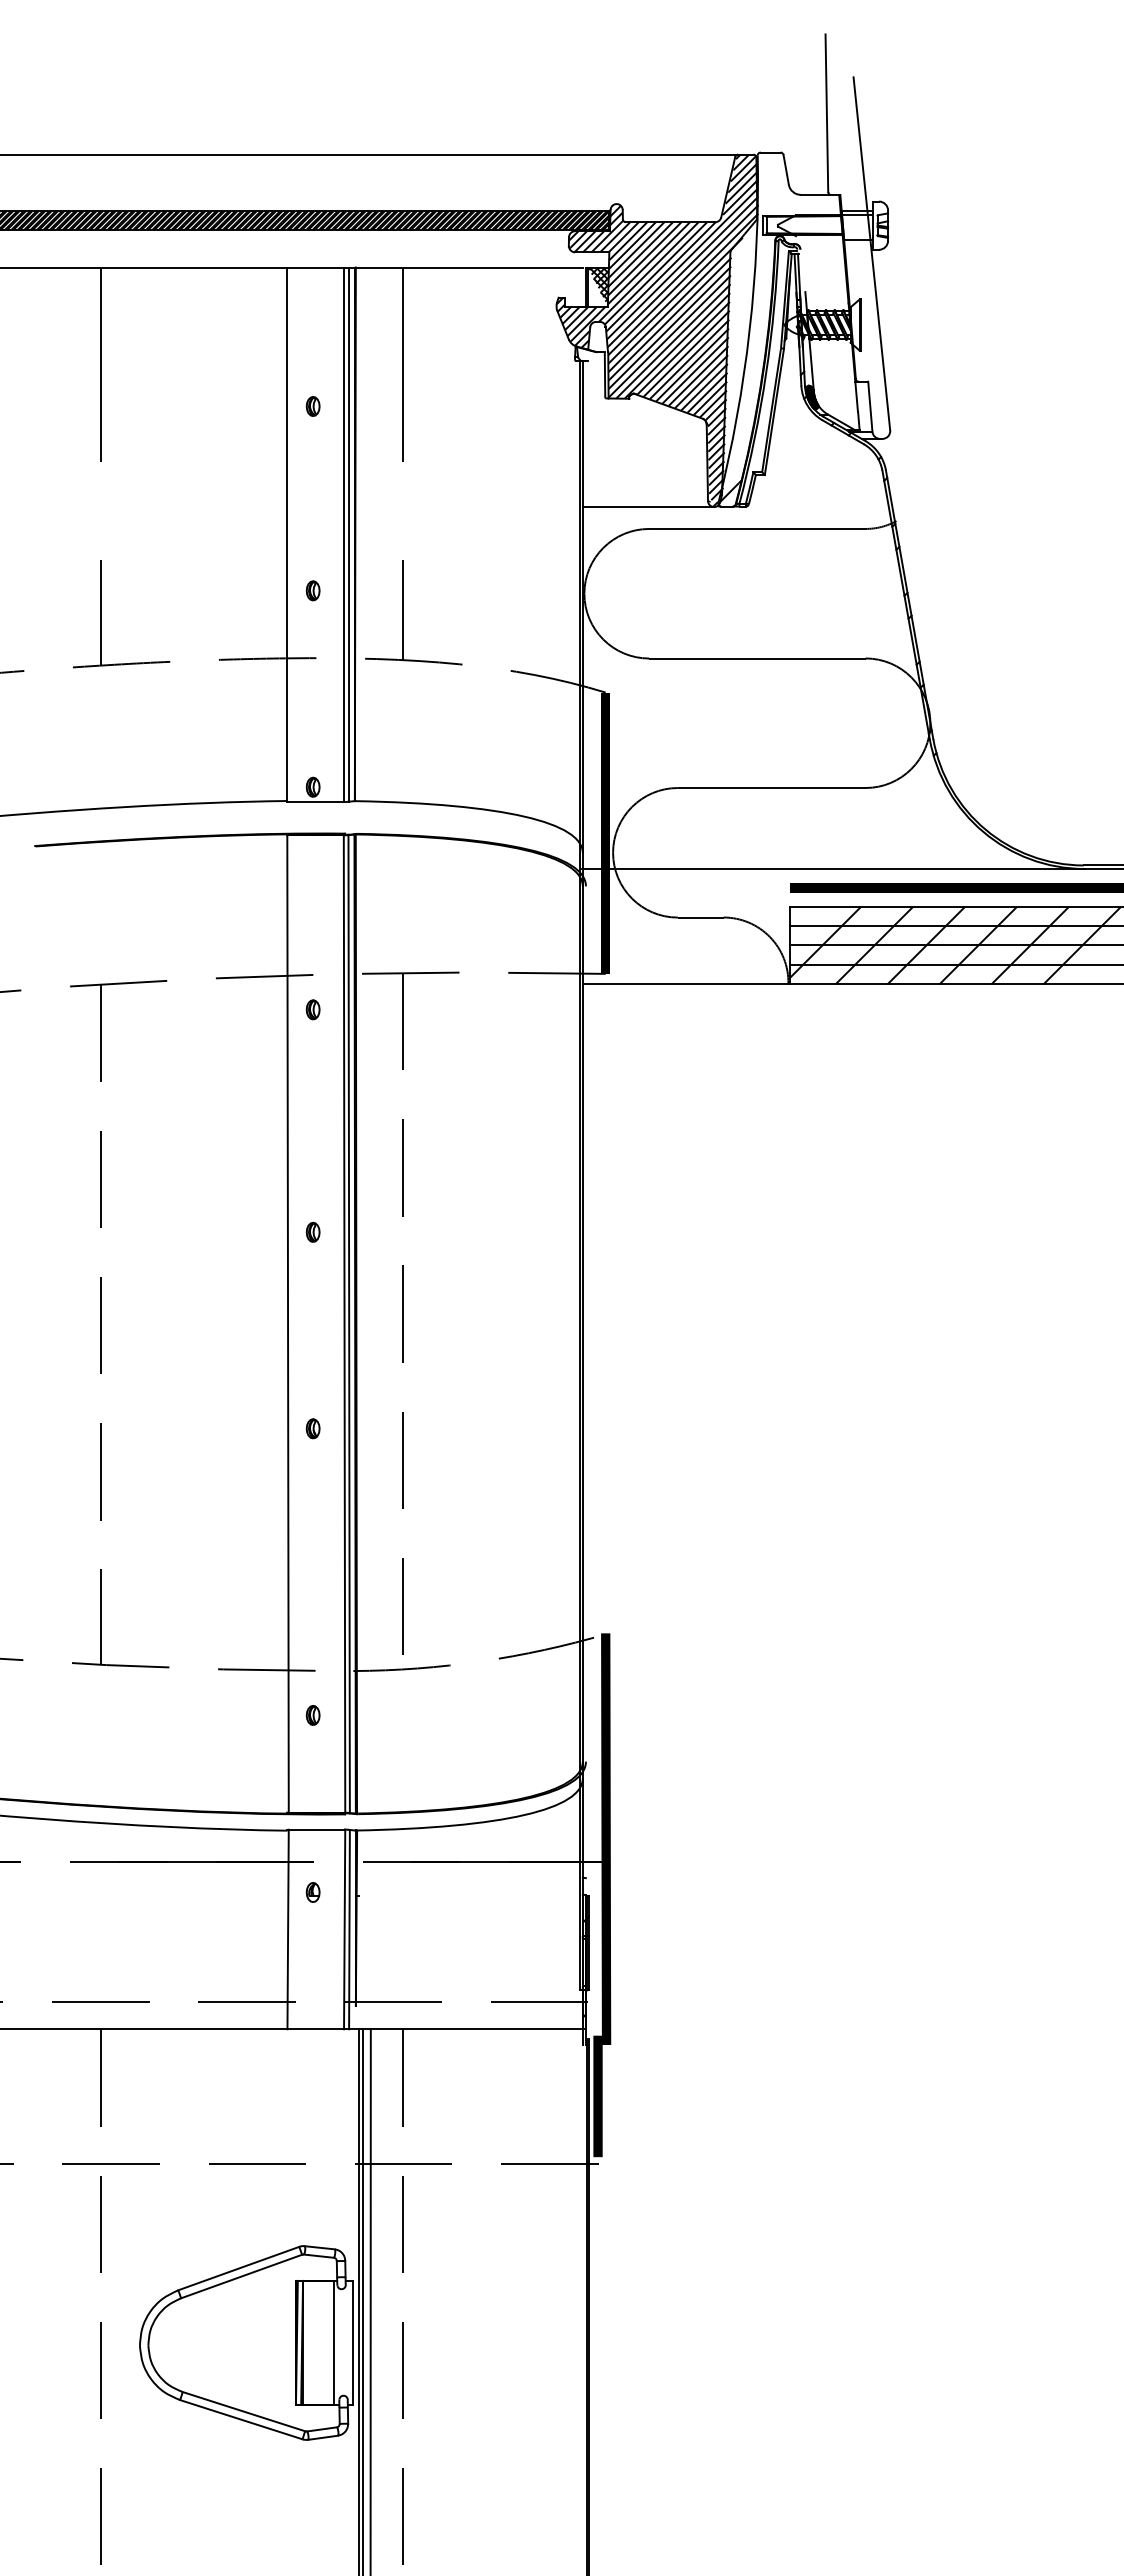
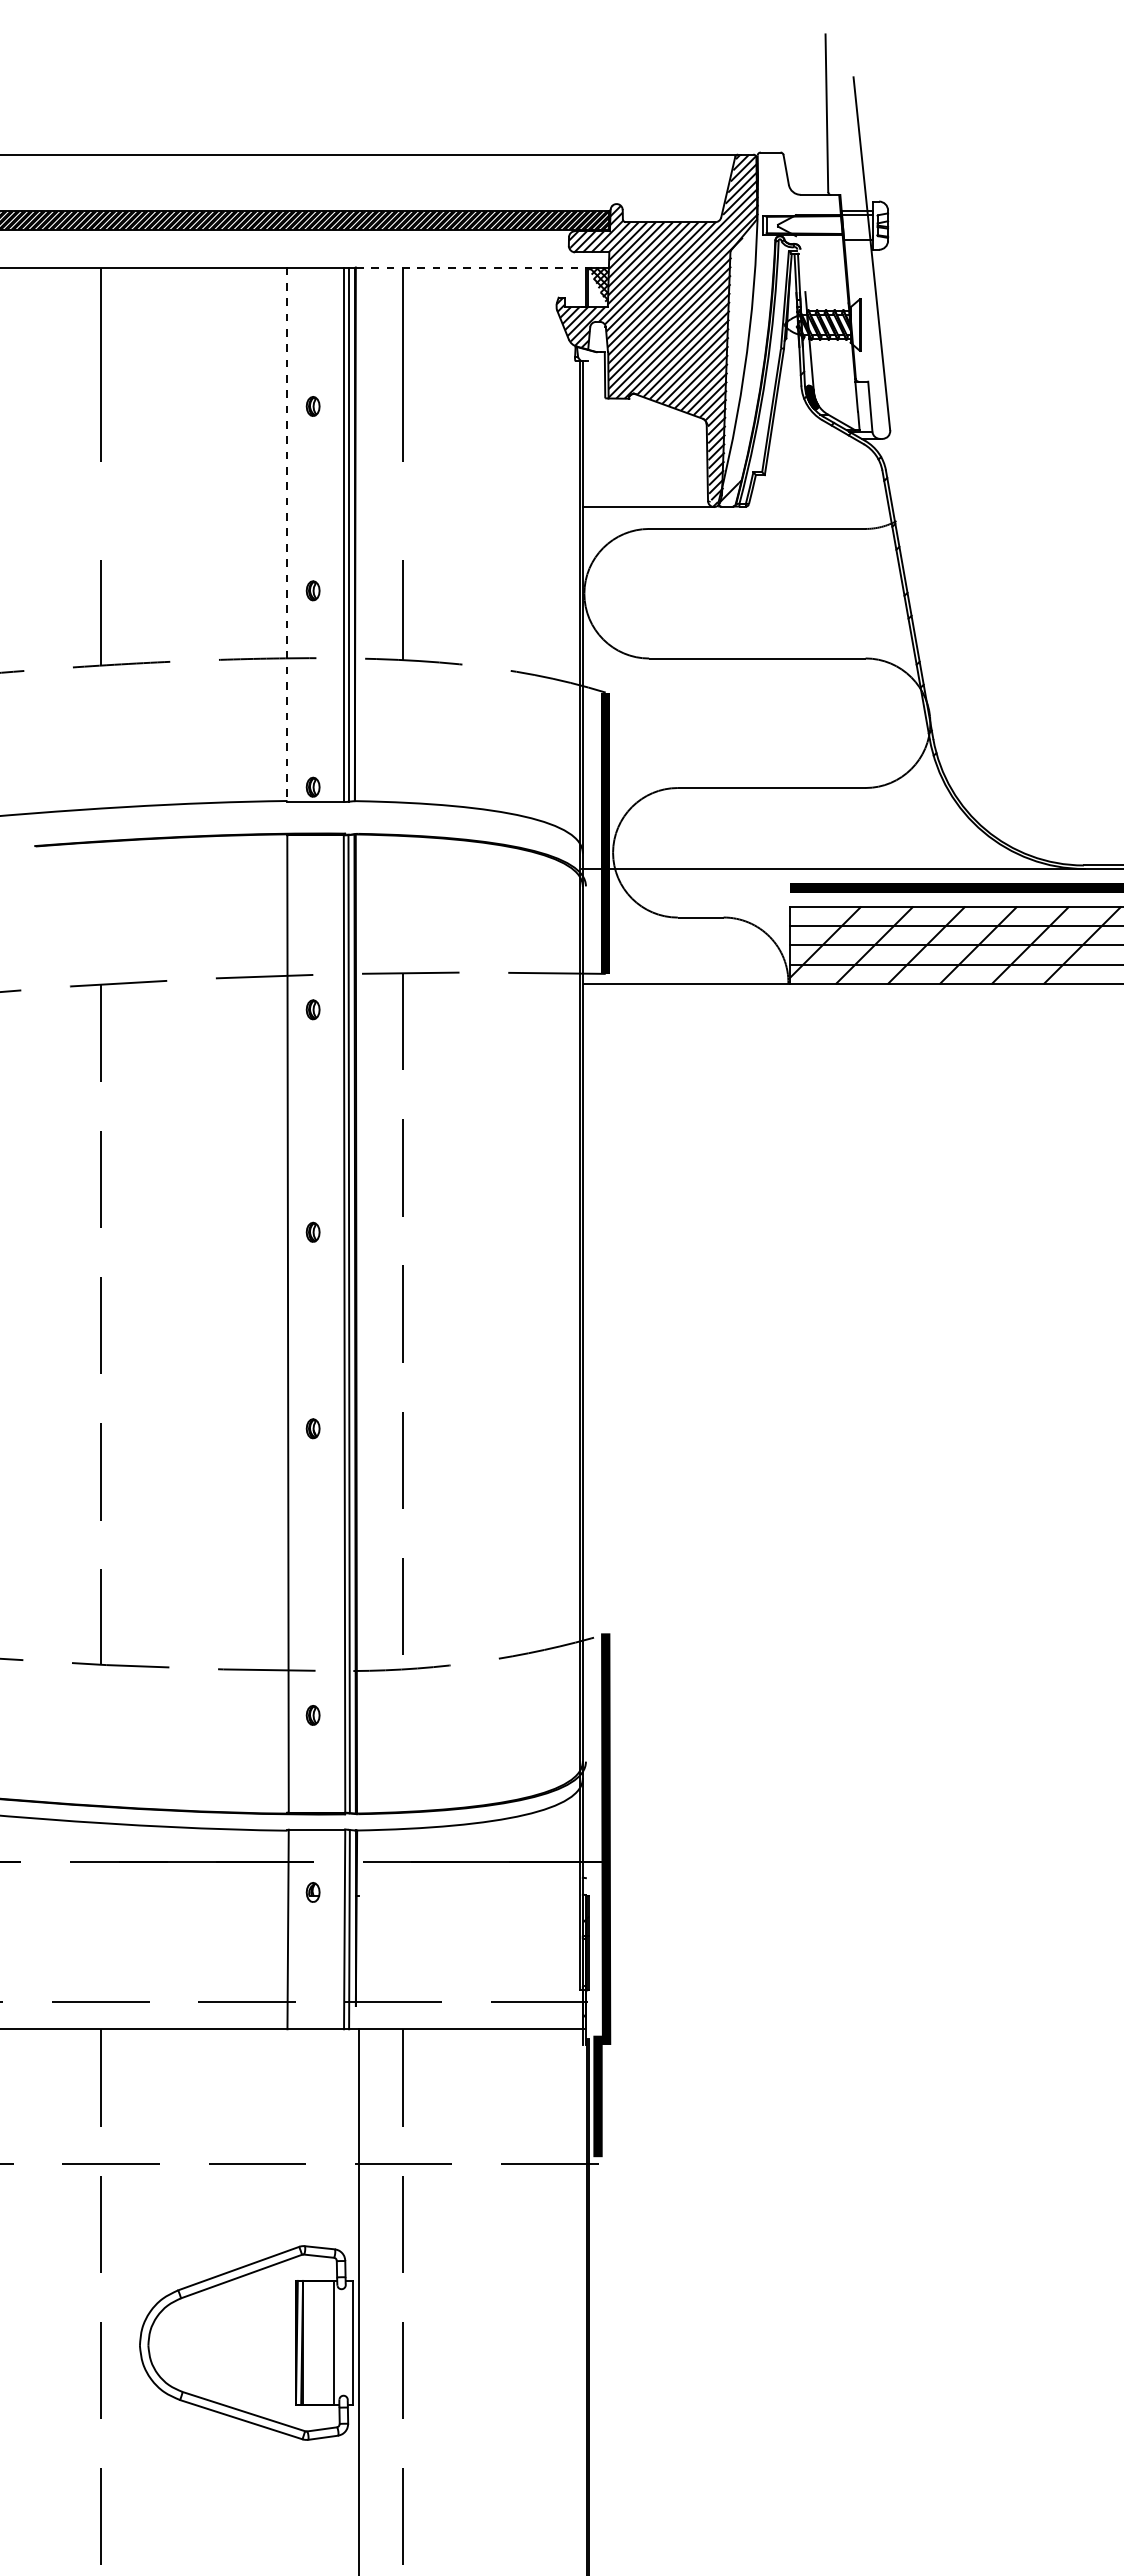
line at (469, 267): solid -> dashed
line at (287, 535): solid -> dashed
line at (363, 2300): present -> none
line at (370, 2300): present -> none
